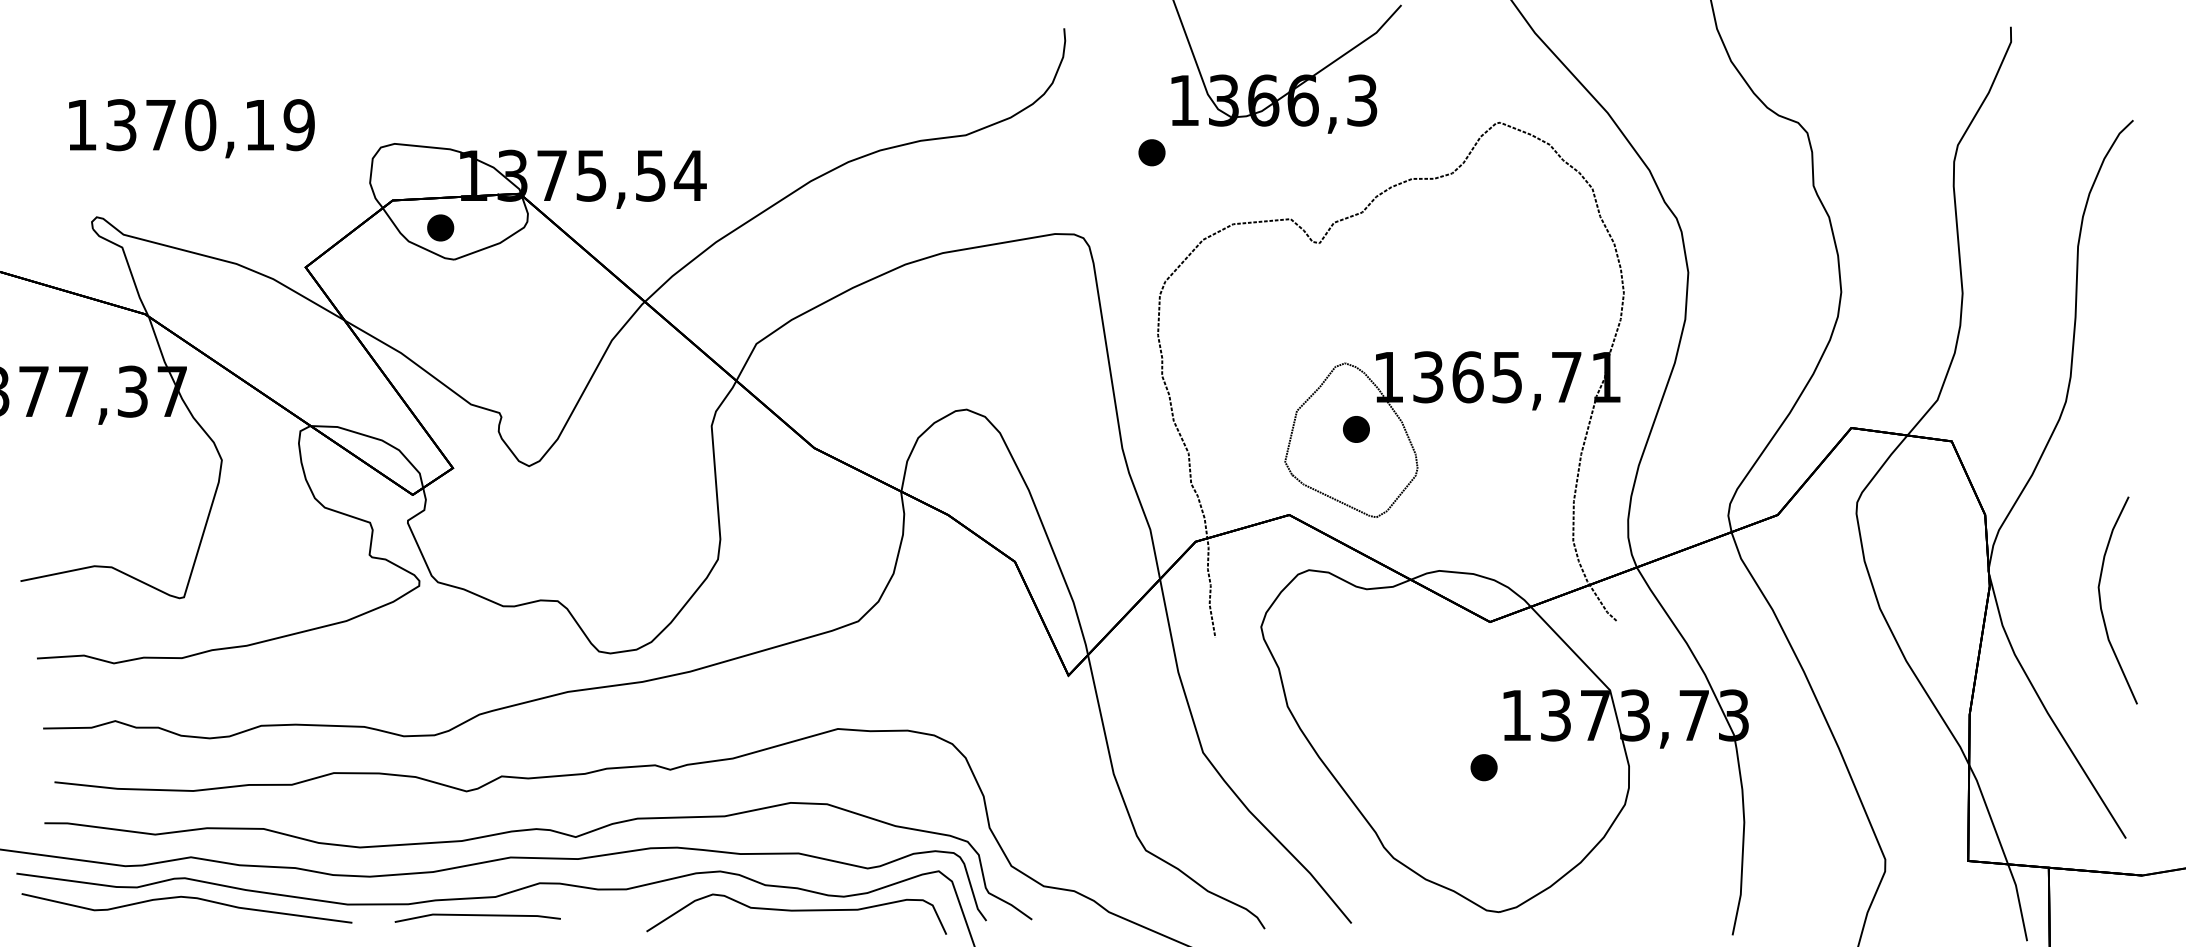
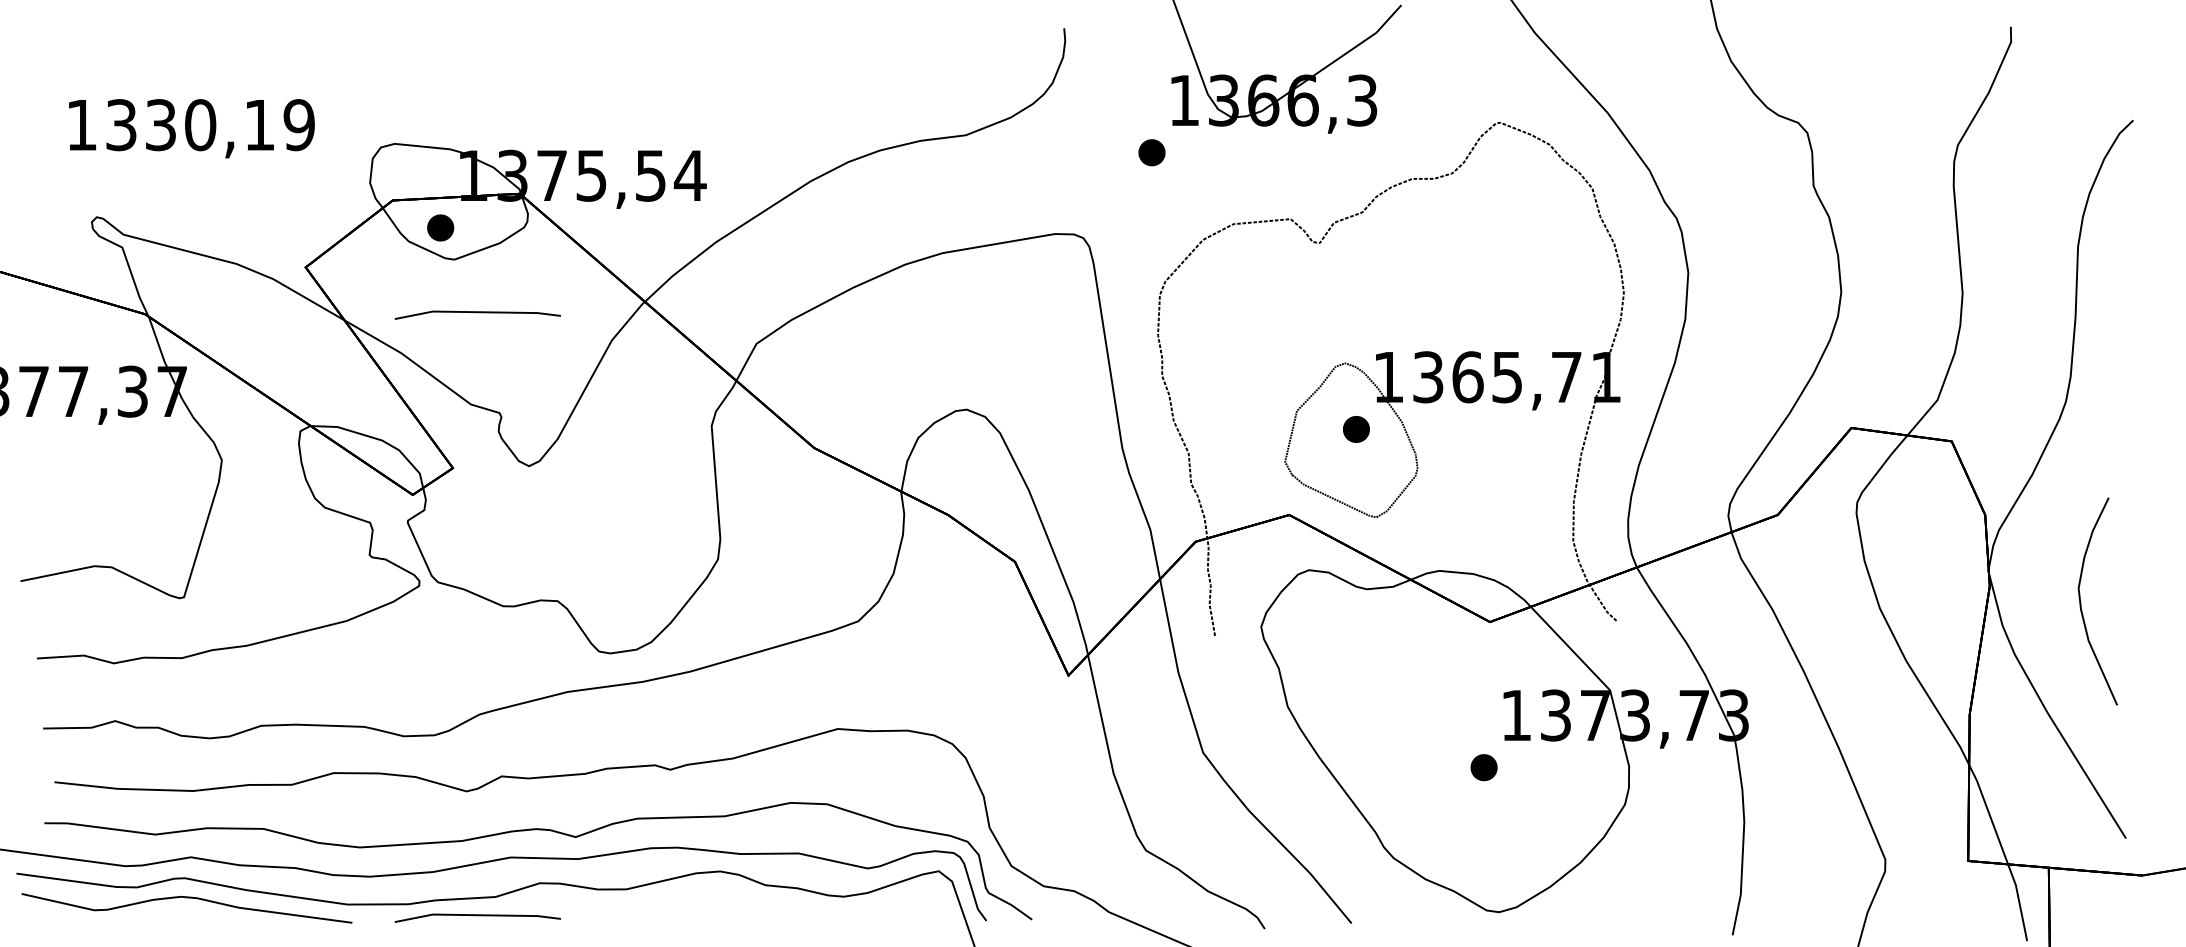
text at (160, 125): 1370,19 -> 1330,19
line at (477, 313): none -> present
curve at (2101, 601) position: (2101, 601) -> (2081, 602)
curve at (796, 911): present -> none
